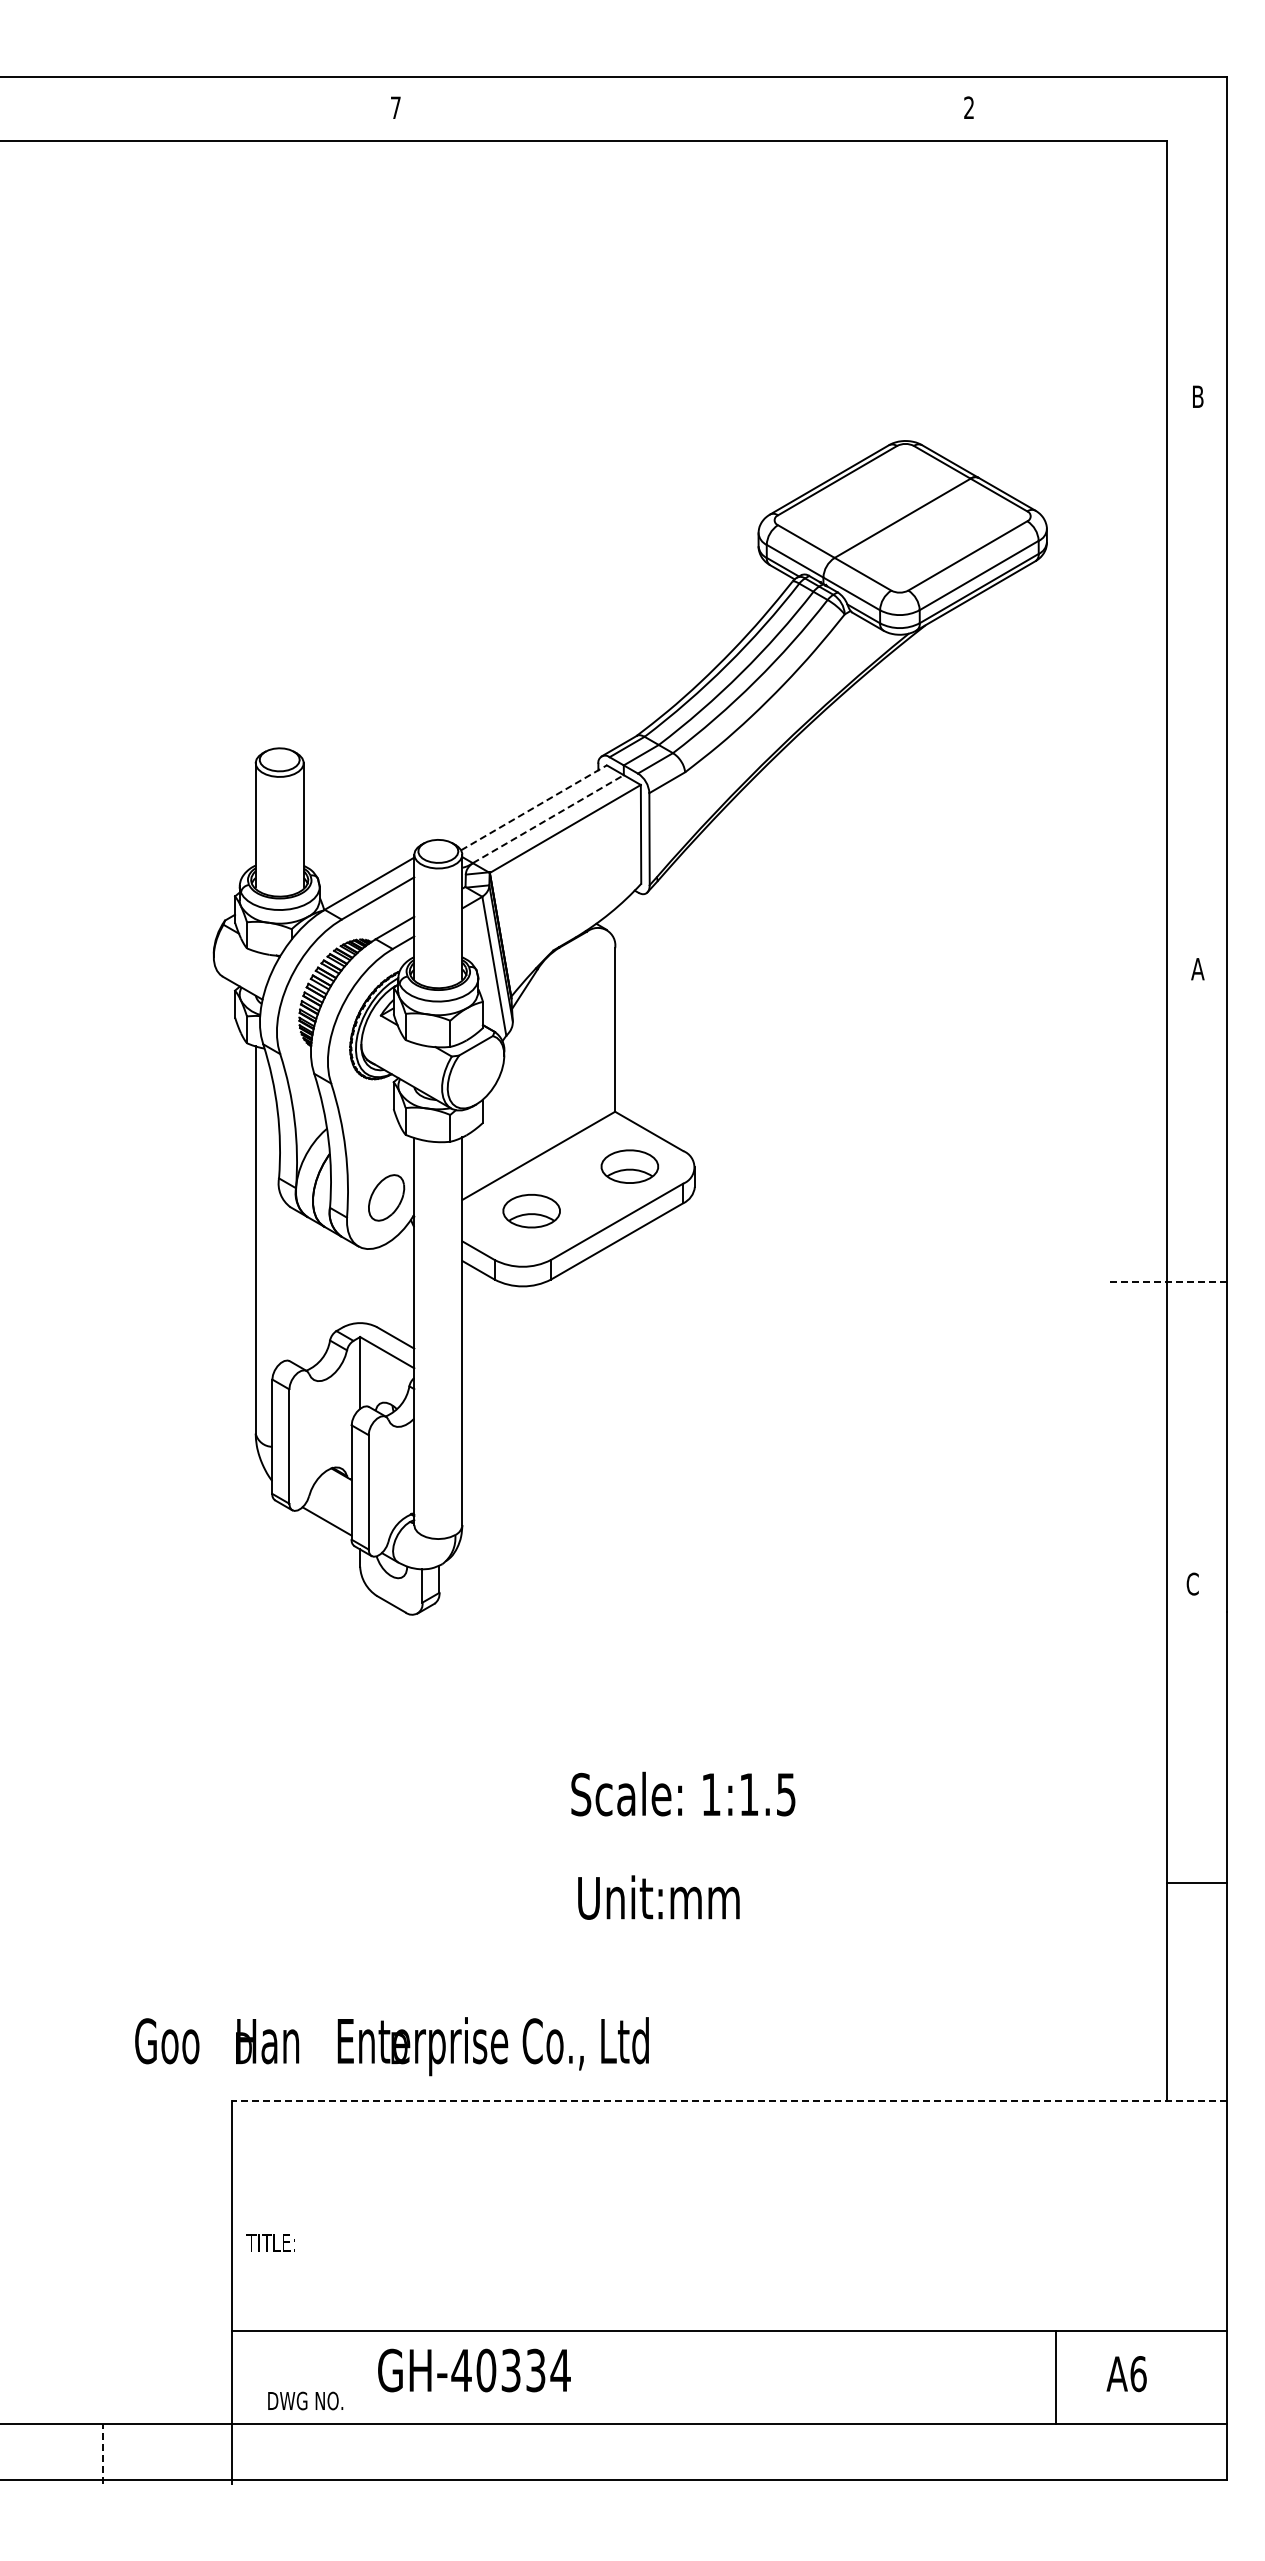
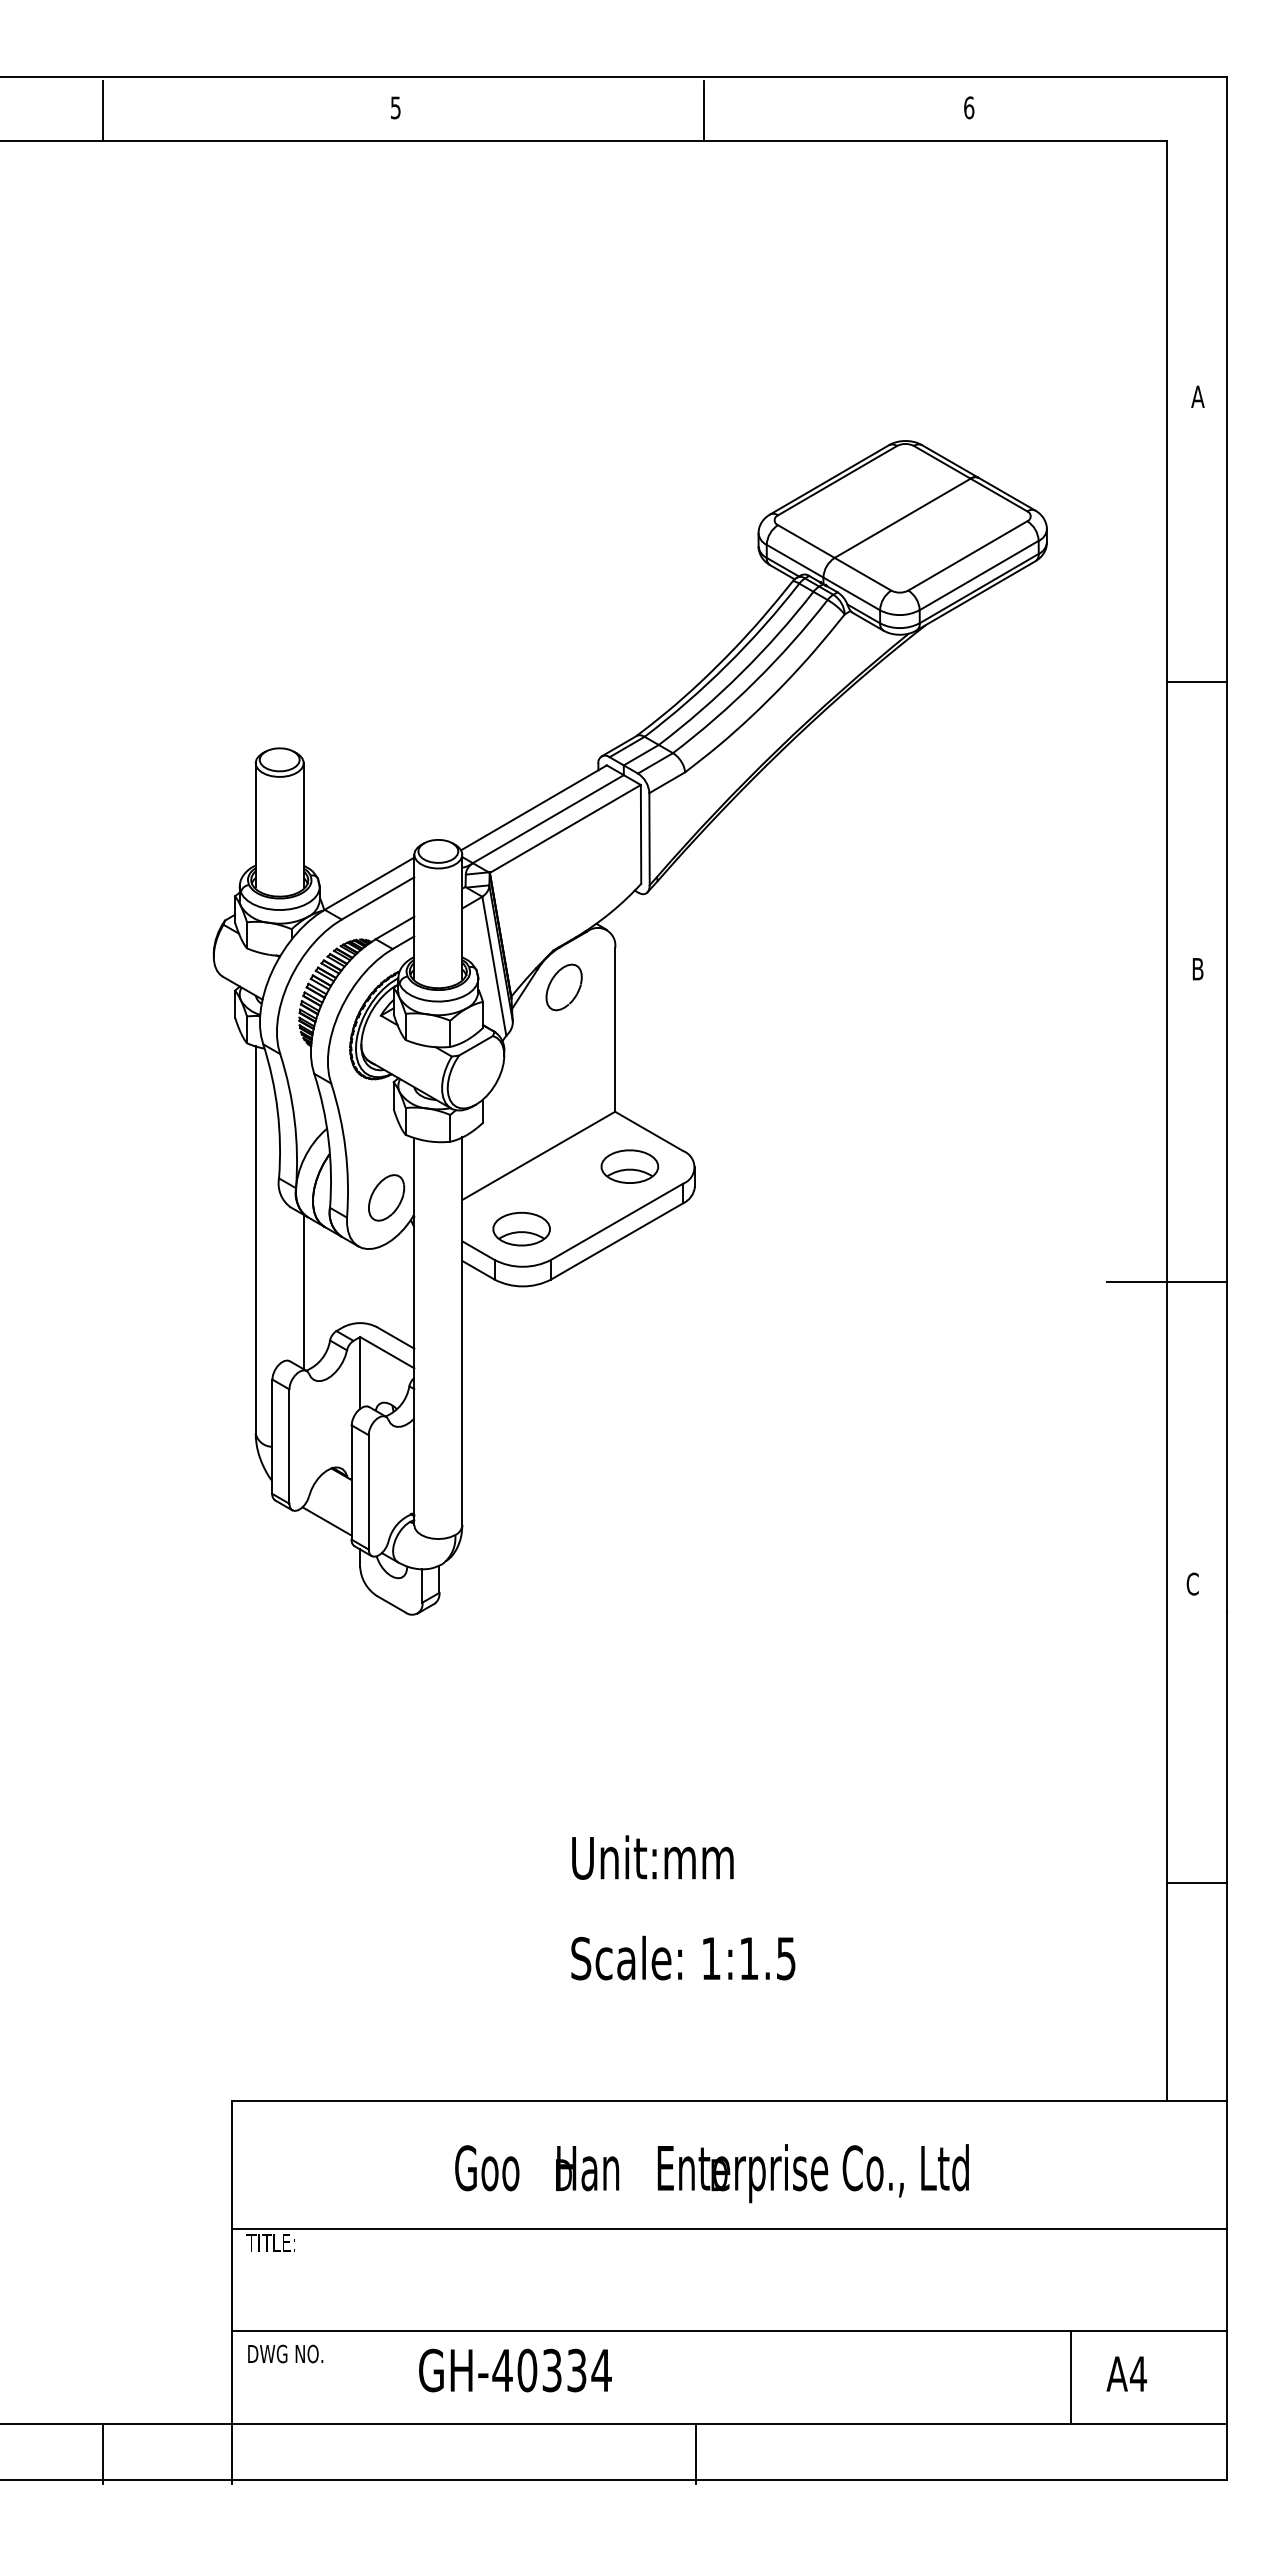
text at (395, 107): 7 -> 5
text at (969, 107): 2 -> 6
line at (103, 110): none -> present
line at (704, 110): none -> present
text at (1197, 396): B -> A
line at (1196, 681): none -> present
line at (534, 807): dashed -> solid
line at (548, 818): dashed -> solid
text at (1197, 969): A -> B
part at (563, 987): none -> present
part at (531, 1211) position: (531, 1211) -> (521, 1229)
line at (1166, 1282): dashed -> solid
line at (303, 1291): none -> present
text at (683, 1793) position: (683, 1793) -> (683, 1957)
text at (658, 1897) position: (658, 1897) -> (652, 1857)
text at (391, 2046) position: (391, 2046) -> (711, 2173)
line at (728, 2101): dashed -> solid
line at (729, 2228): none -> present
text at (474, 2370) position: (474, 2370) -> (515, 2370)
text at (1138, 2374): A6 -> A4
line at (1055, 2377) position: (1055, 2377) -> (1070, 2377)
text at (305, 2400) position: (305, 2400) -> (285, 2353)
line at (103, 2453): dashed -> solid
line at (695, 2454): none -> present
